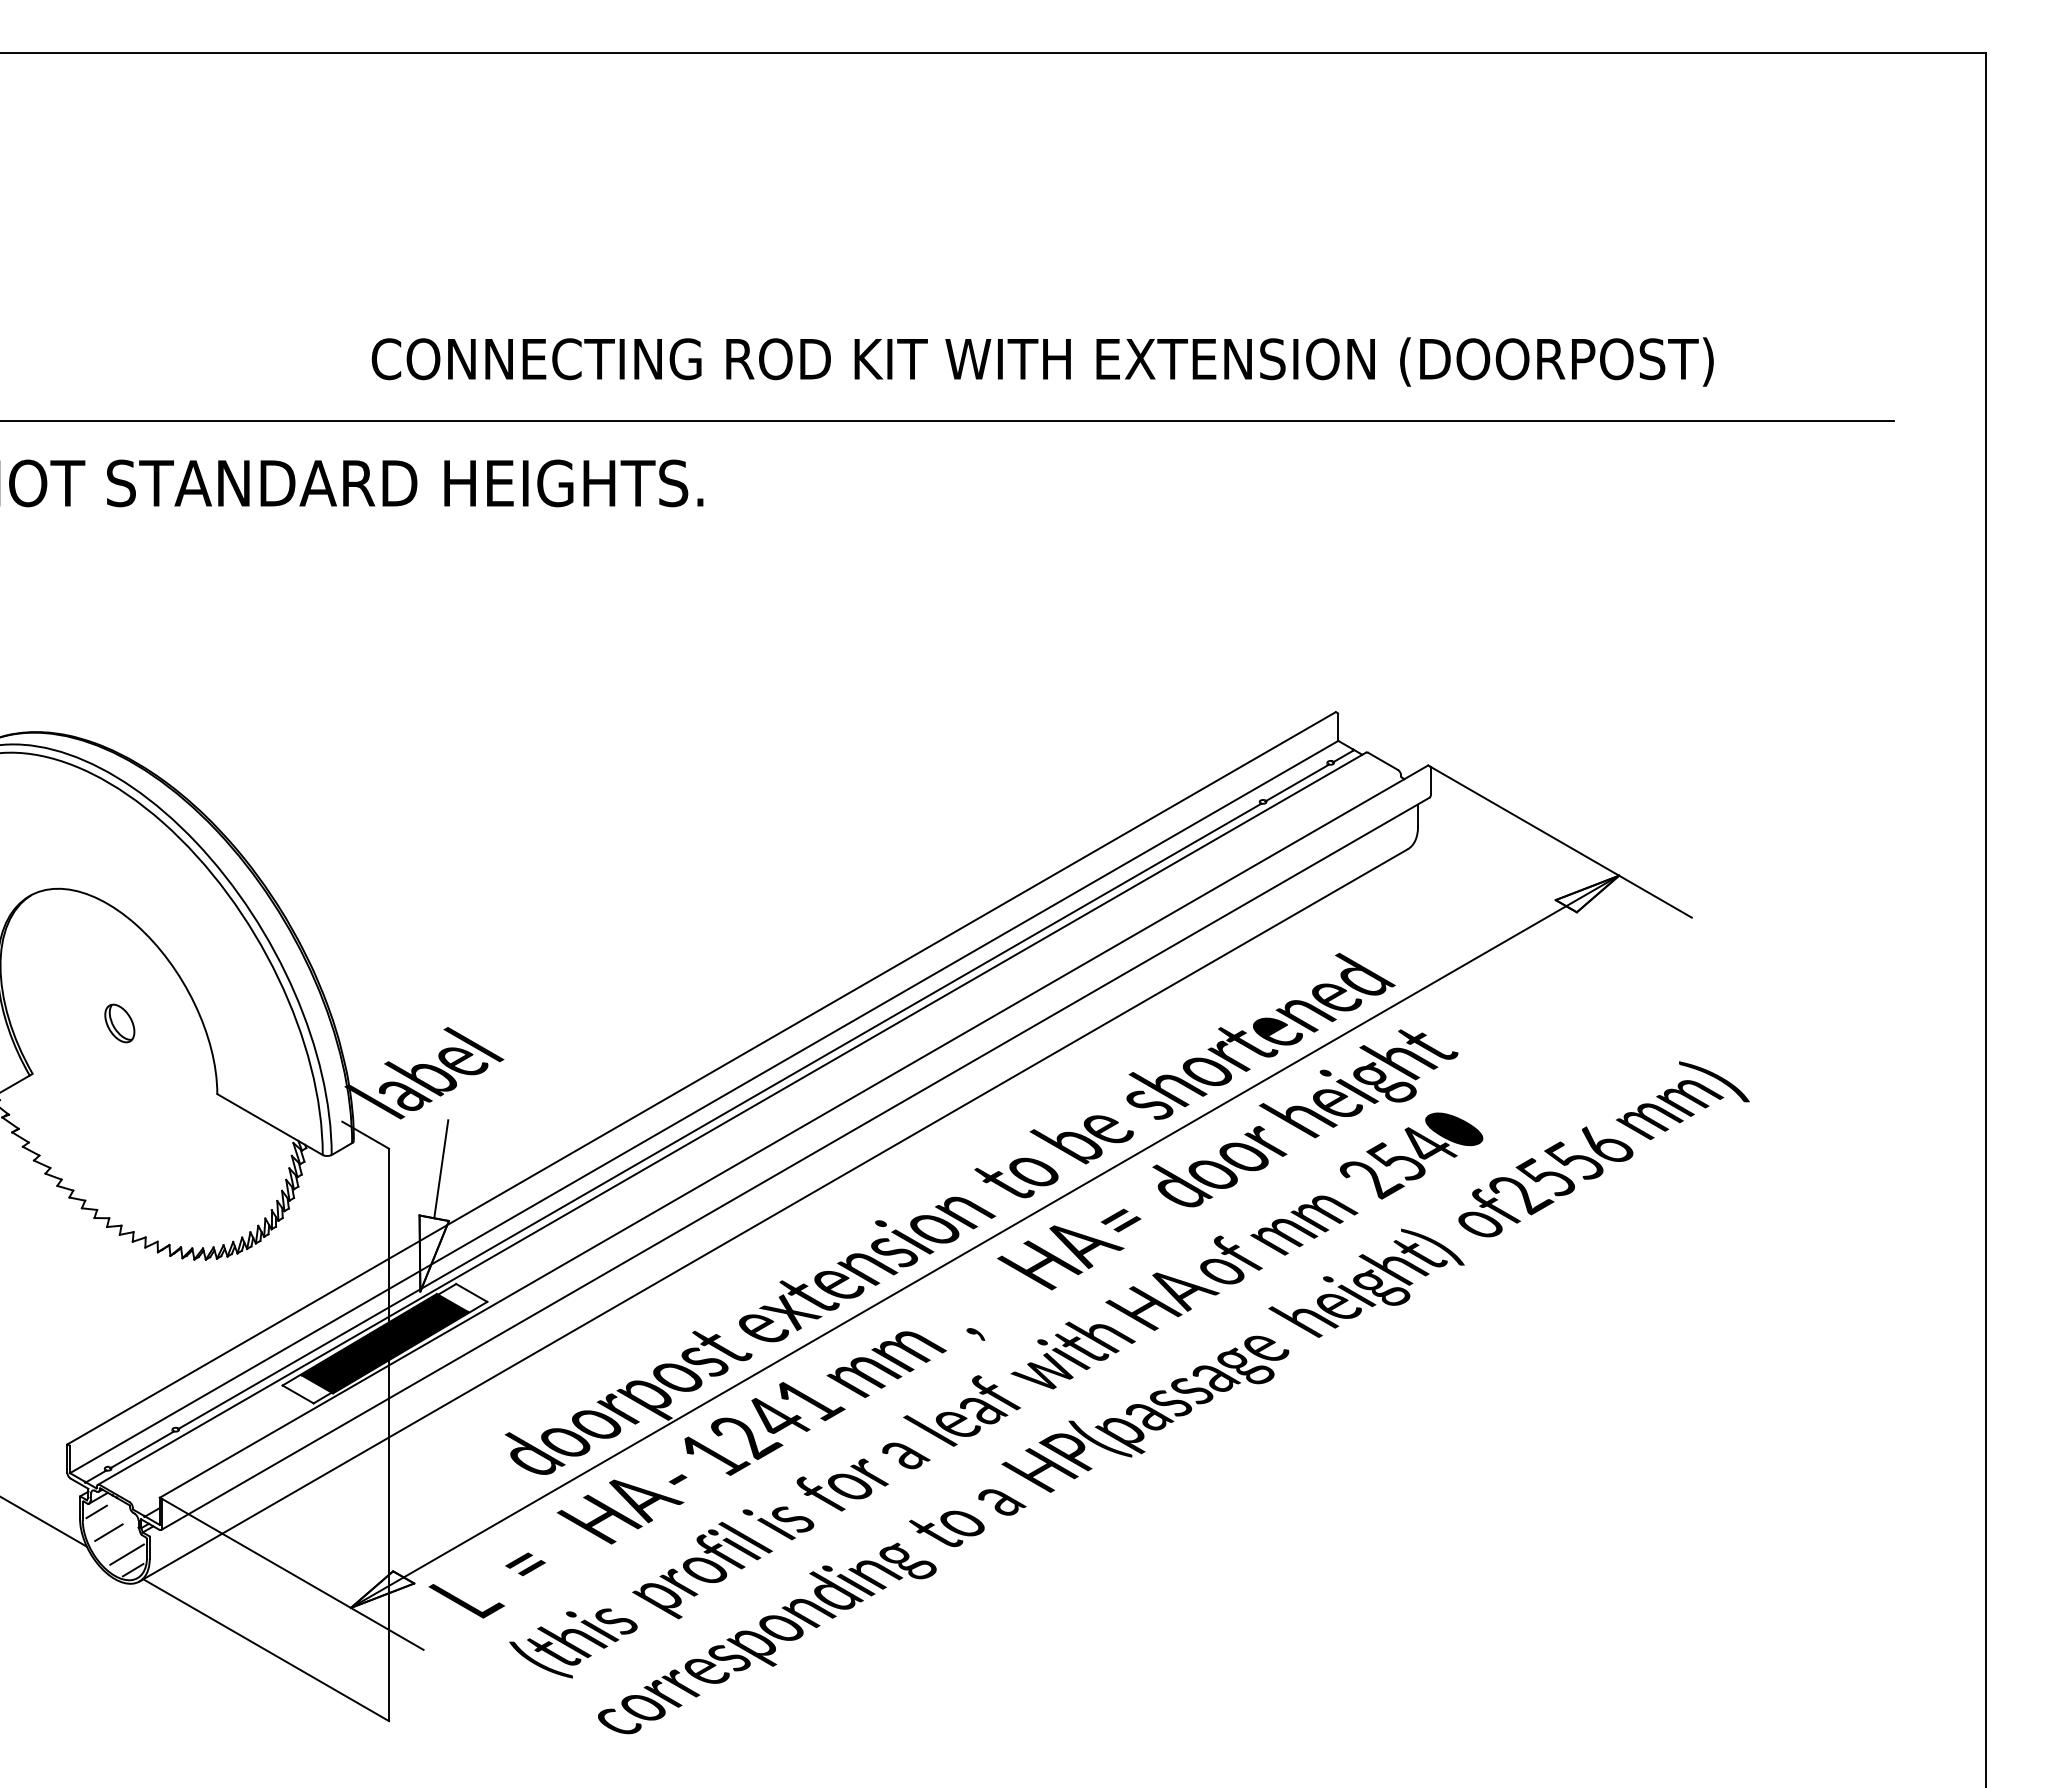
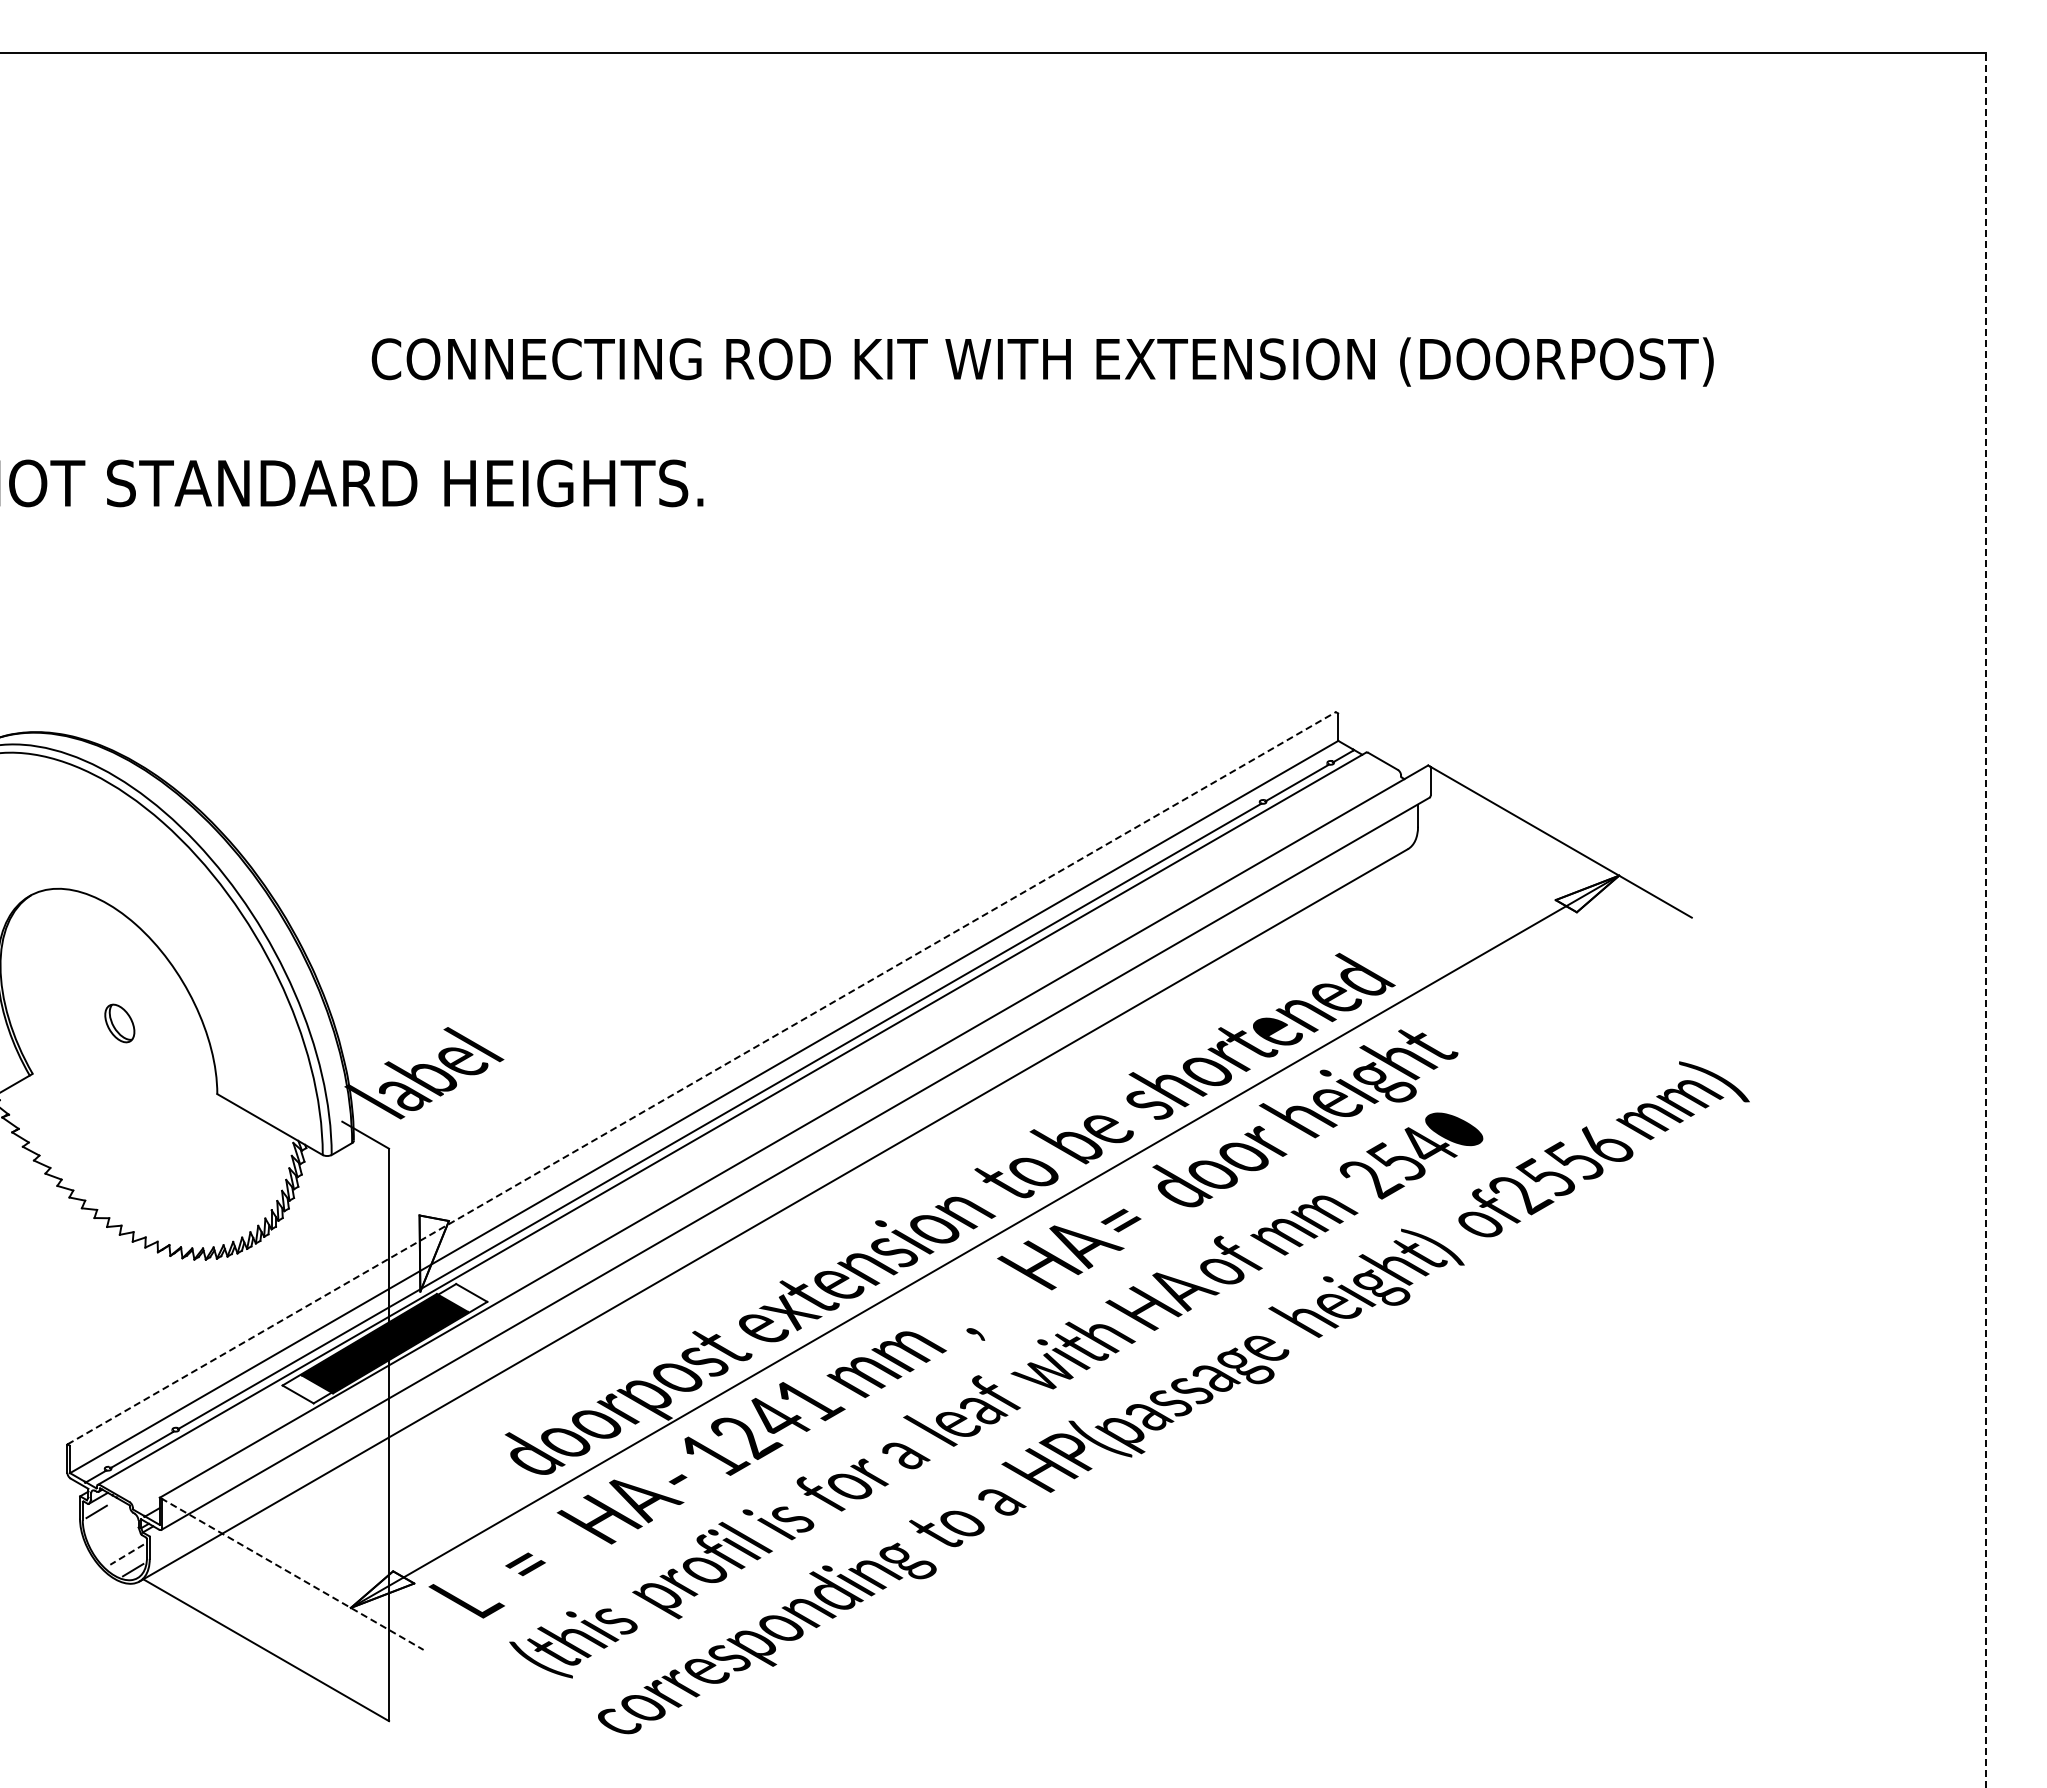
line at (947, 421): present -> none
line at (1985, 920): solid -> dashed
line at (702, 1078): solid -> dashed
line at (441, 1169): present -> none
line at (44, 1522): present -> none
line at (108, 1532): present -> none
line at (127, 1554): solid -> dashed
line at (292, 1574): solid -> dashed
